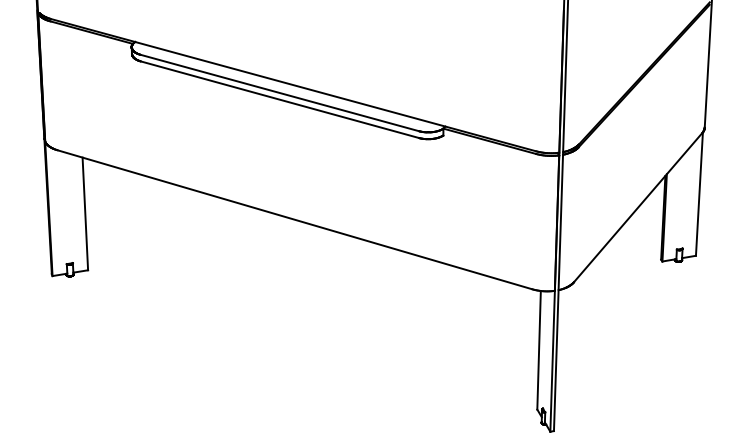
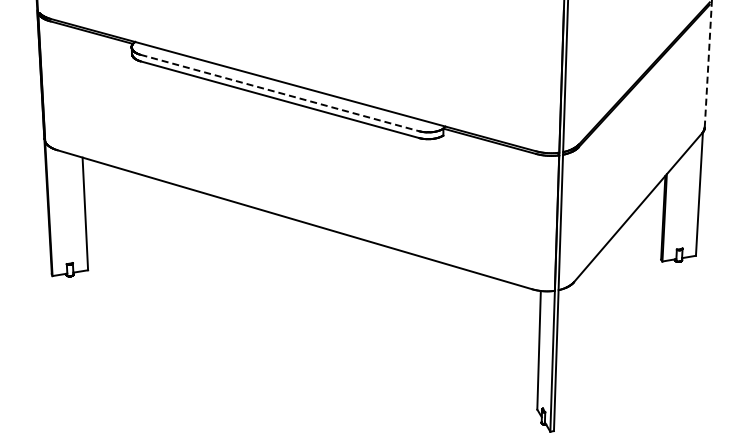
line at (708, 63): solid -> dashed
line at (280, 93): solid -> dashed
